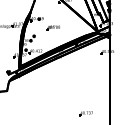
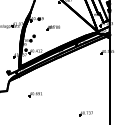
part at (34, 94): none -> present
